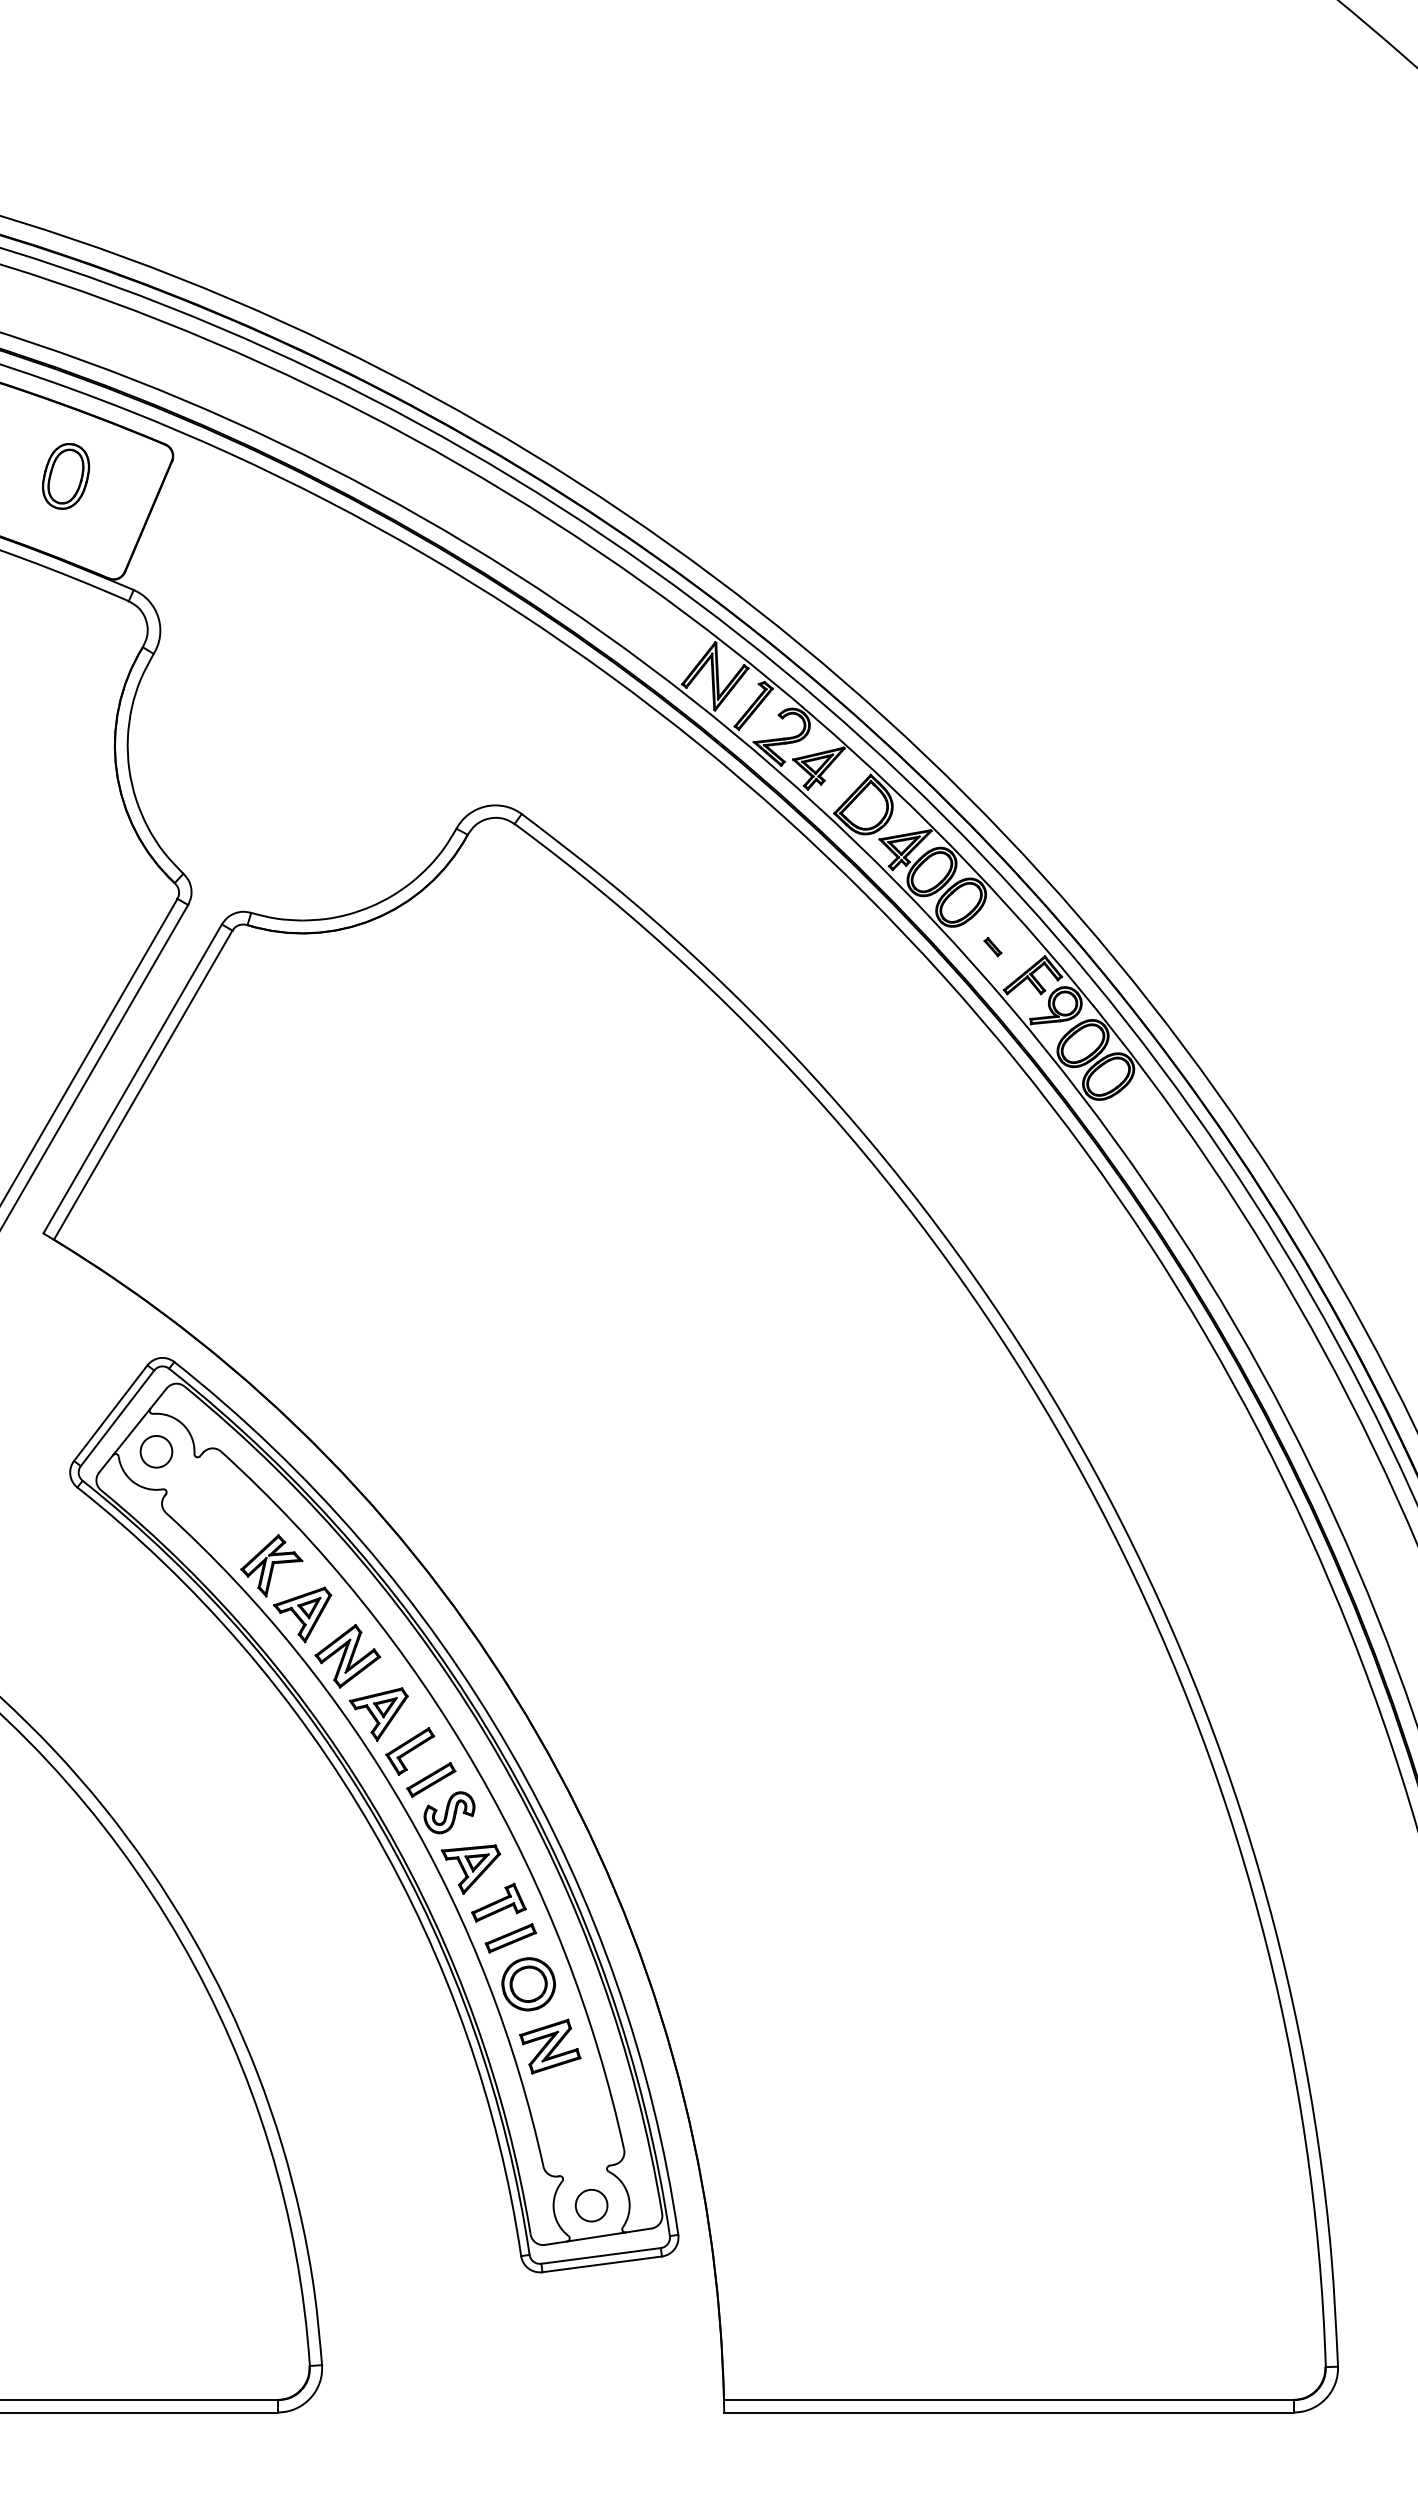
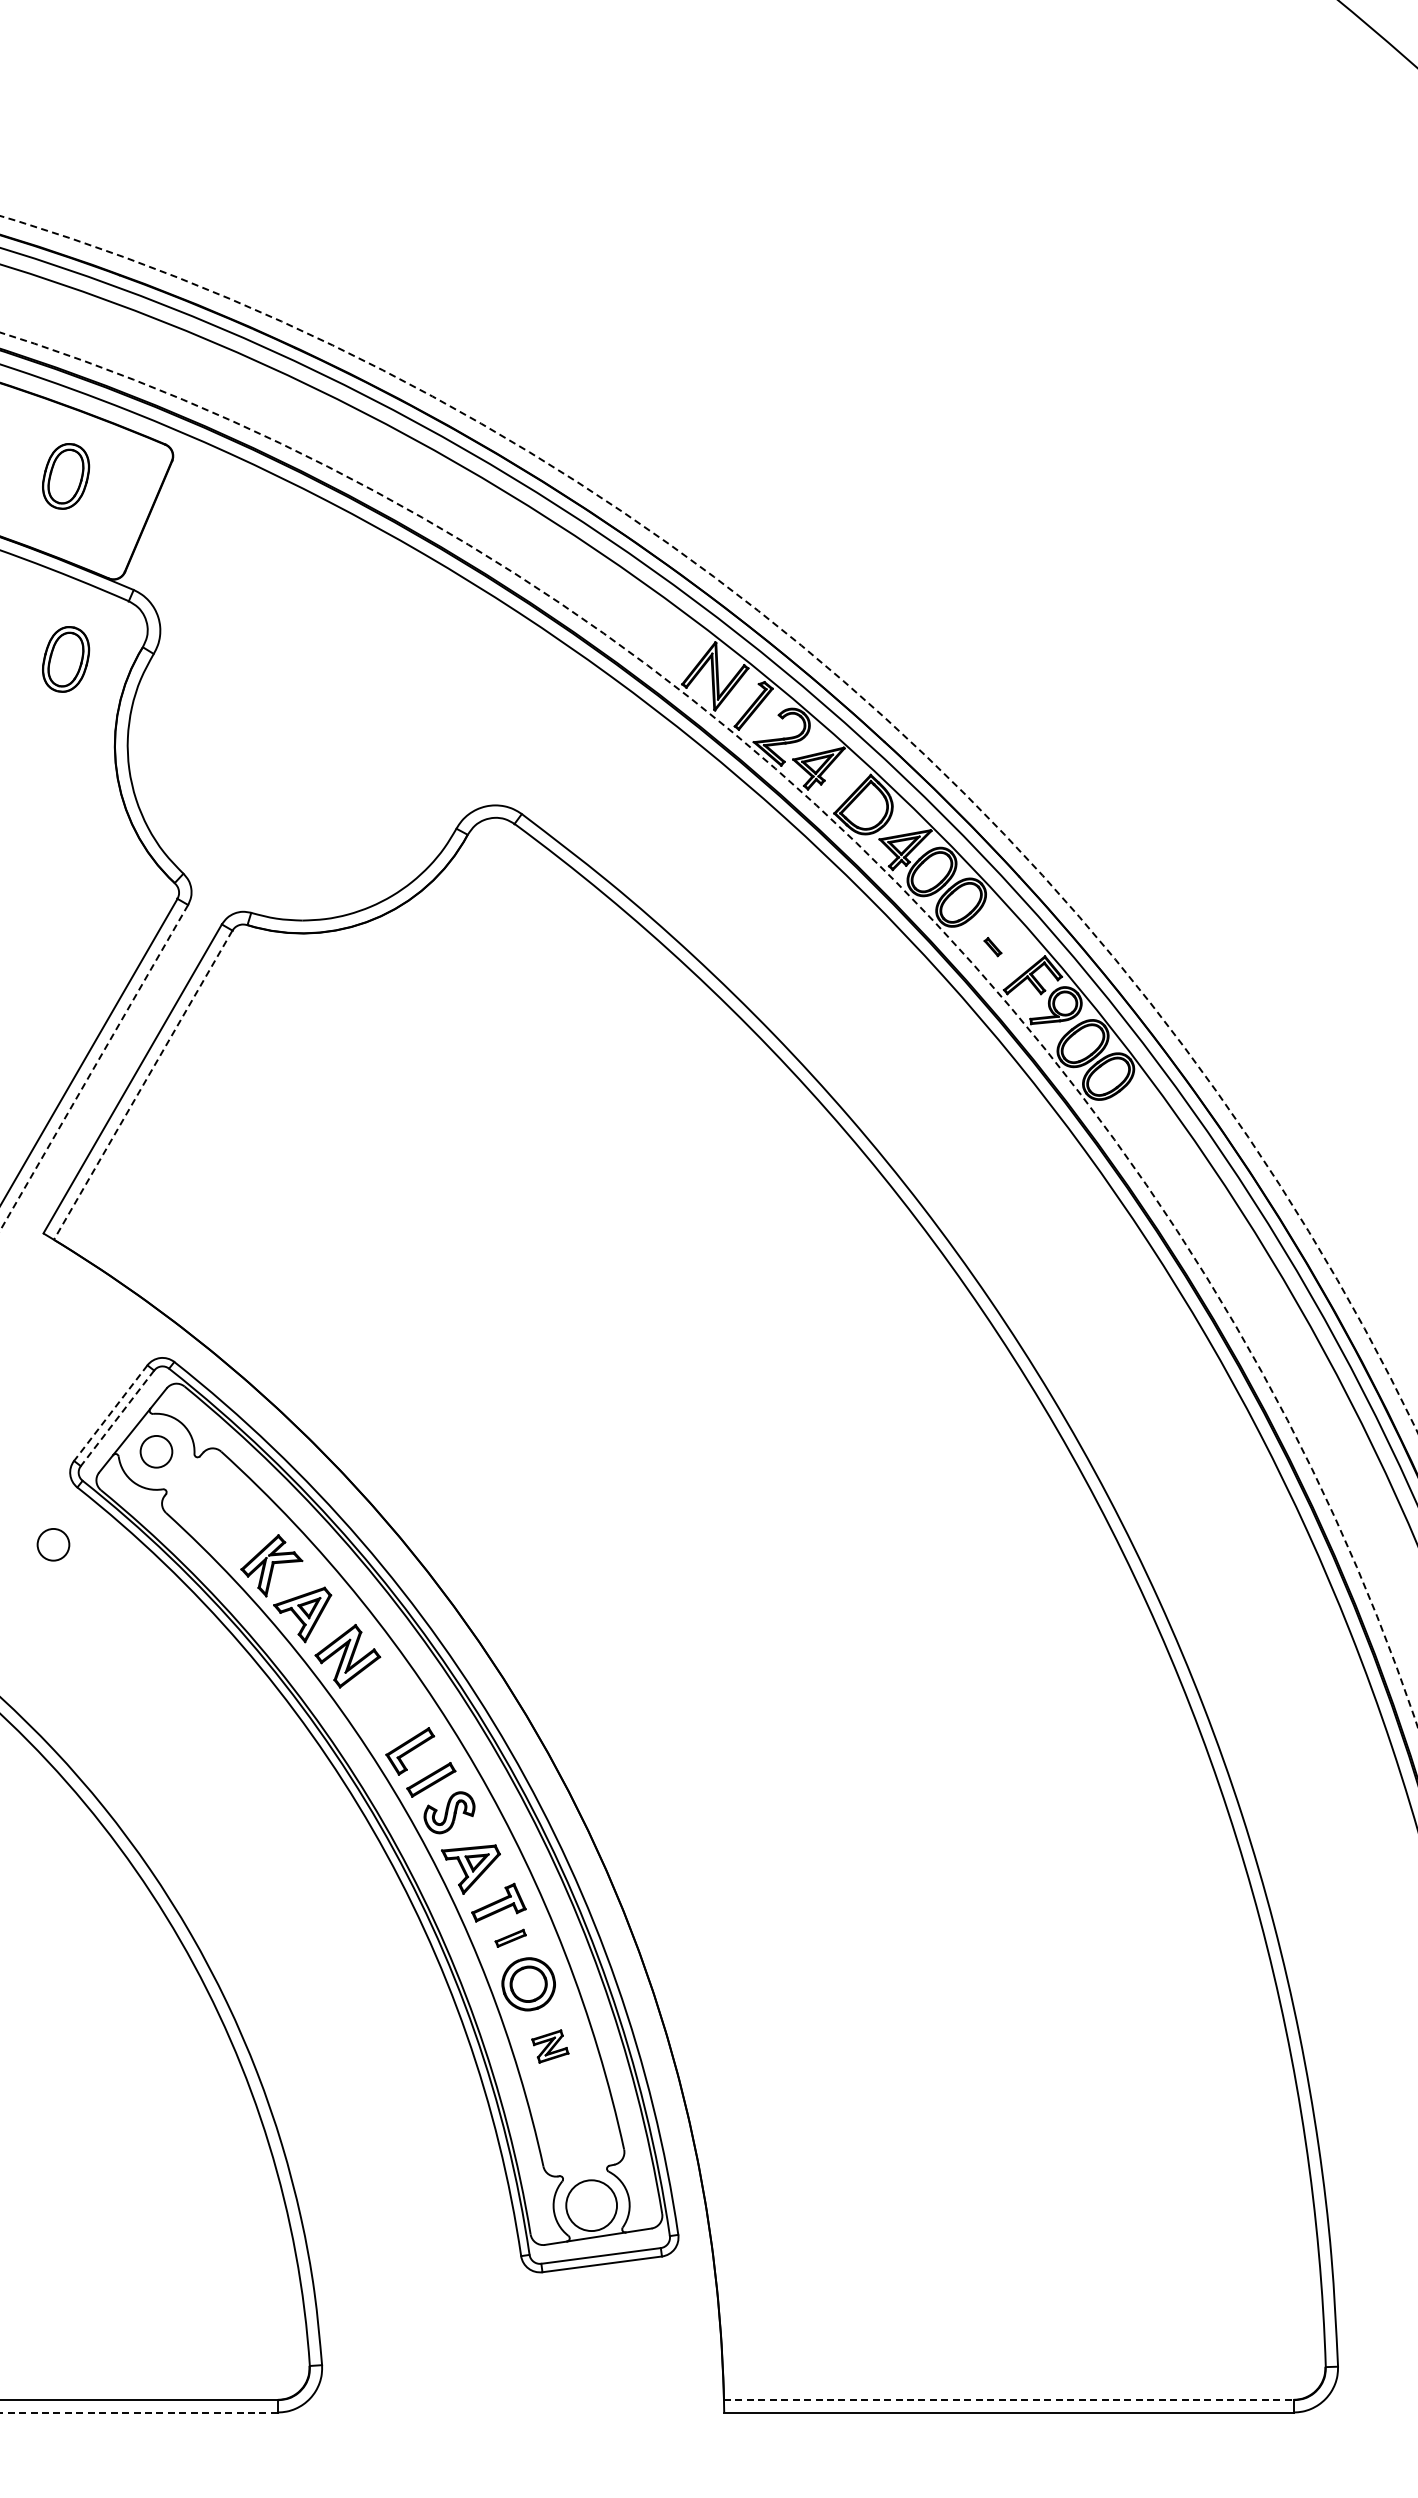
part at (66, 659): none -> present
circle at (708, 823): solid -> dashed
arc at (878, 864): solid -> dashed
line at (94, 1067): solid -> dashed
line at (142, 1085): solid -> dashed
line at (110, 1413): solid -> dashed
line at (117, 1418): solid -> dashed
circle at (53, 1544): none -> present
part at (378, 1714): present -> none
part at (510, 1938) size: 53x31 px -> 33x20 px
part at (550, 2046) size: 63x57 px -> 39x35 px
circle at (591, 2205) diameter: 32 px -> 51 px
line at (1009, 2400): solid -> dashed
line at (138, 2412): solid -> dashed
